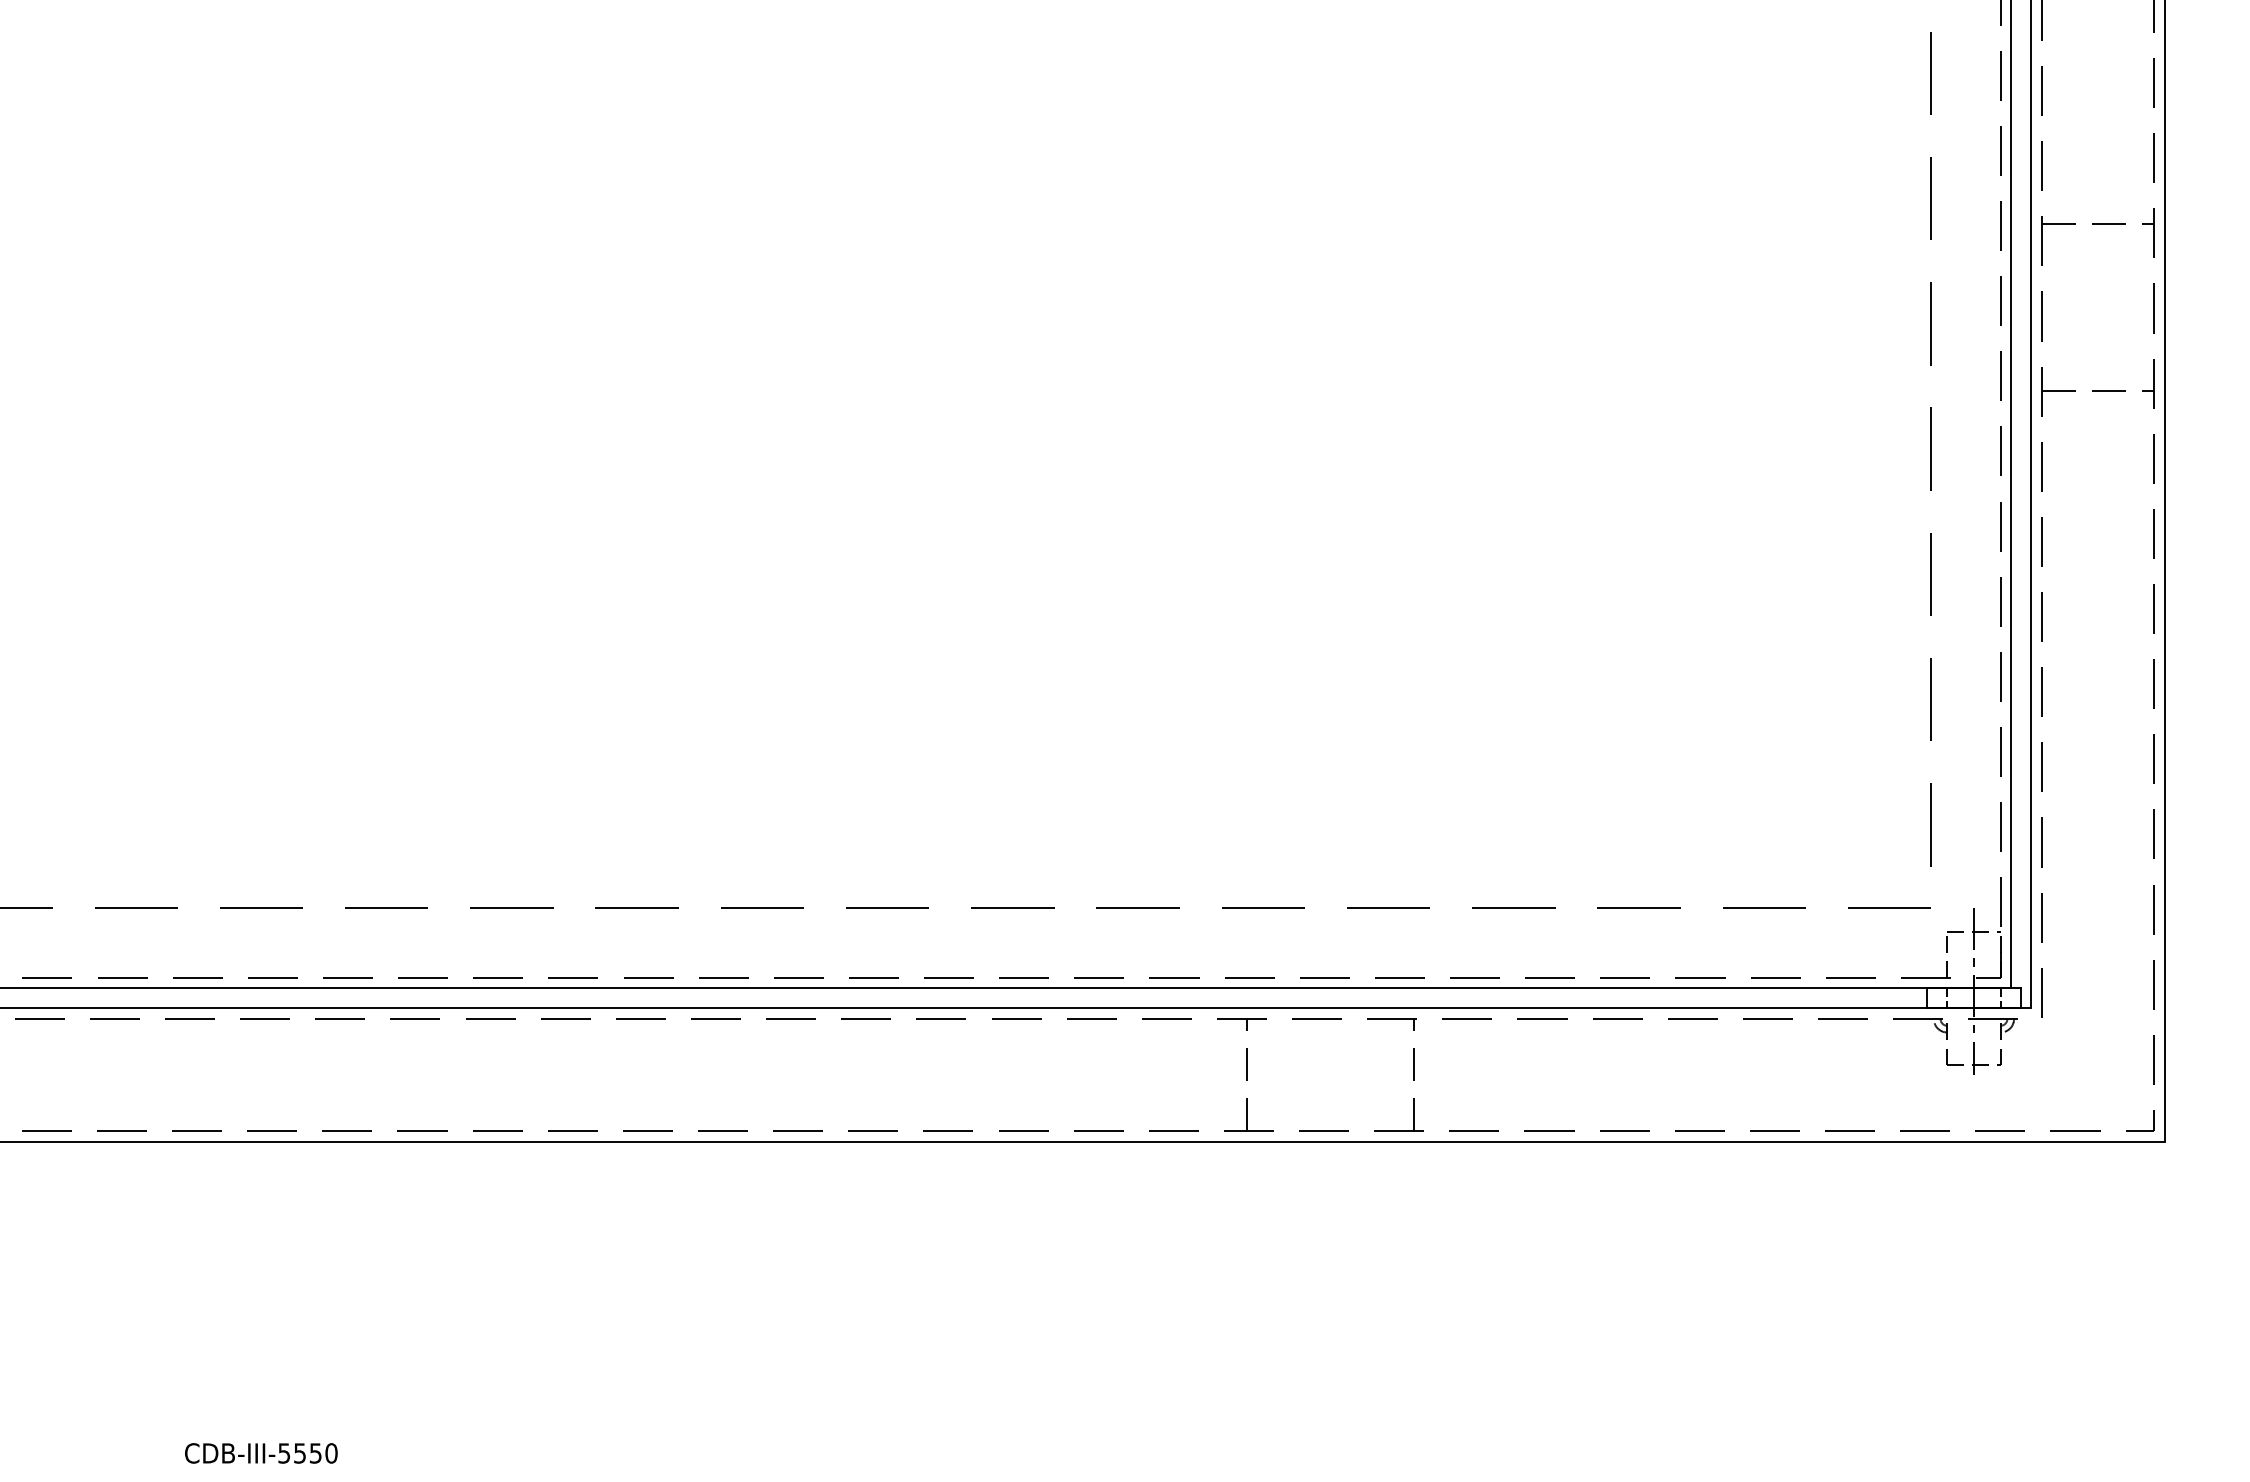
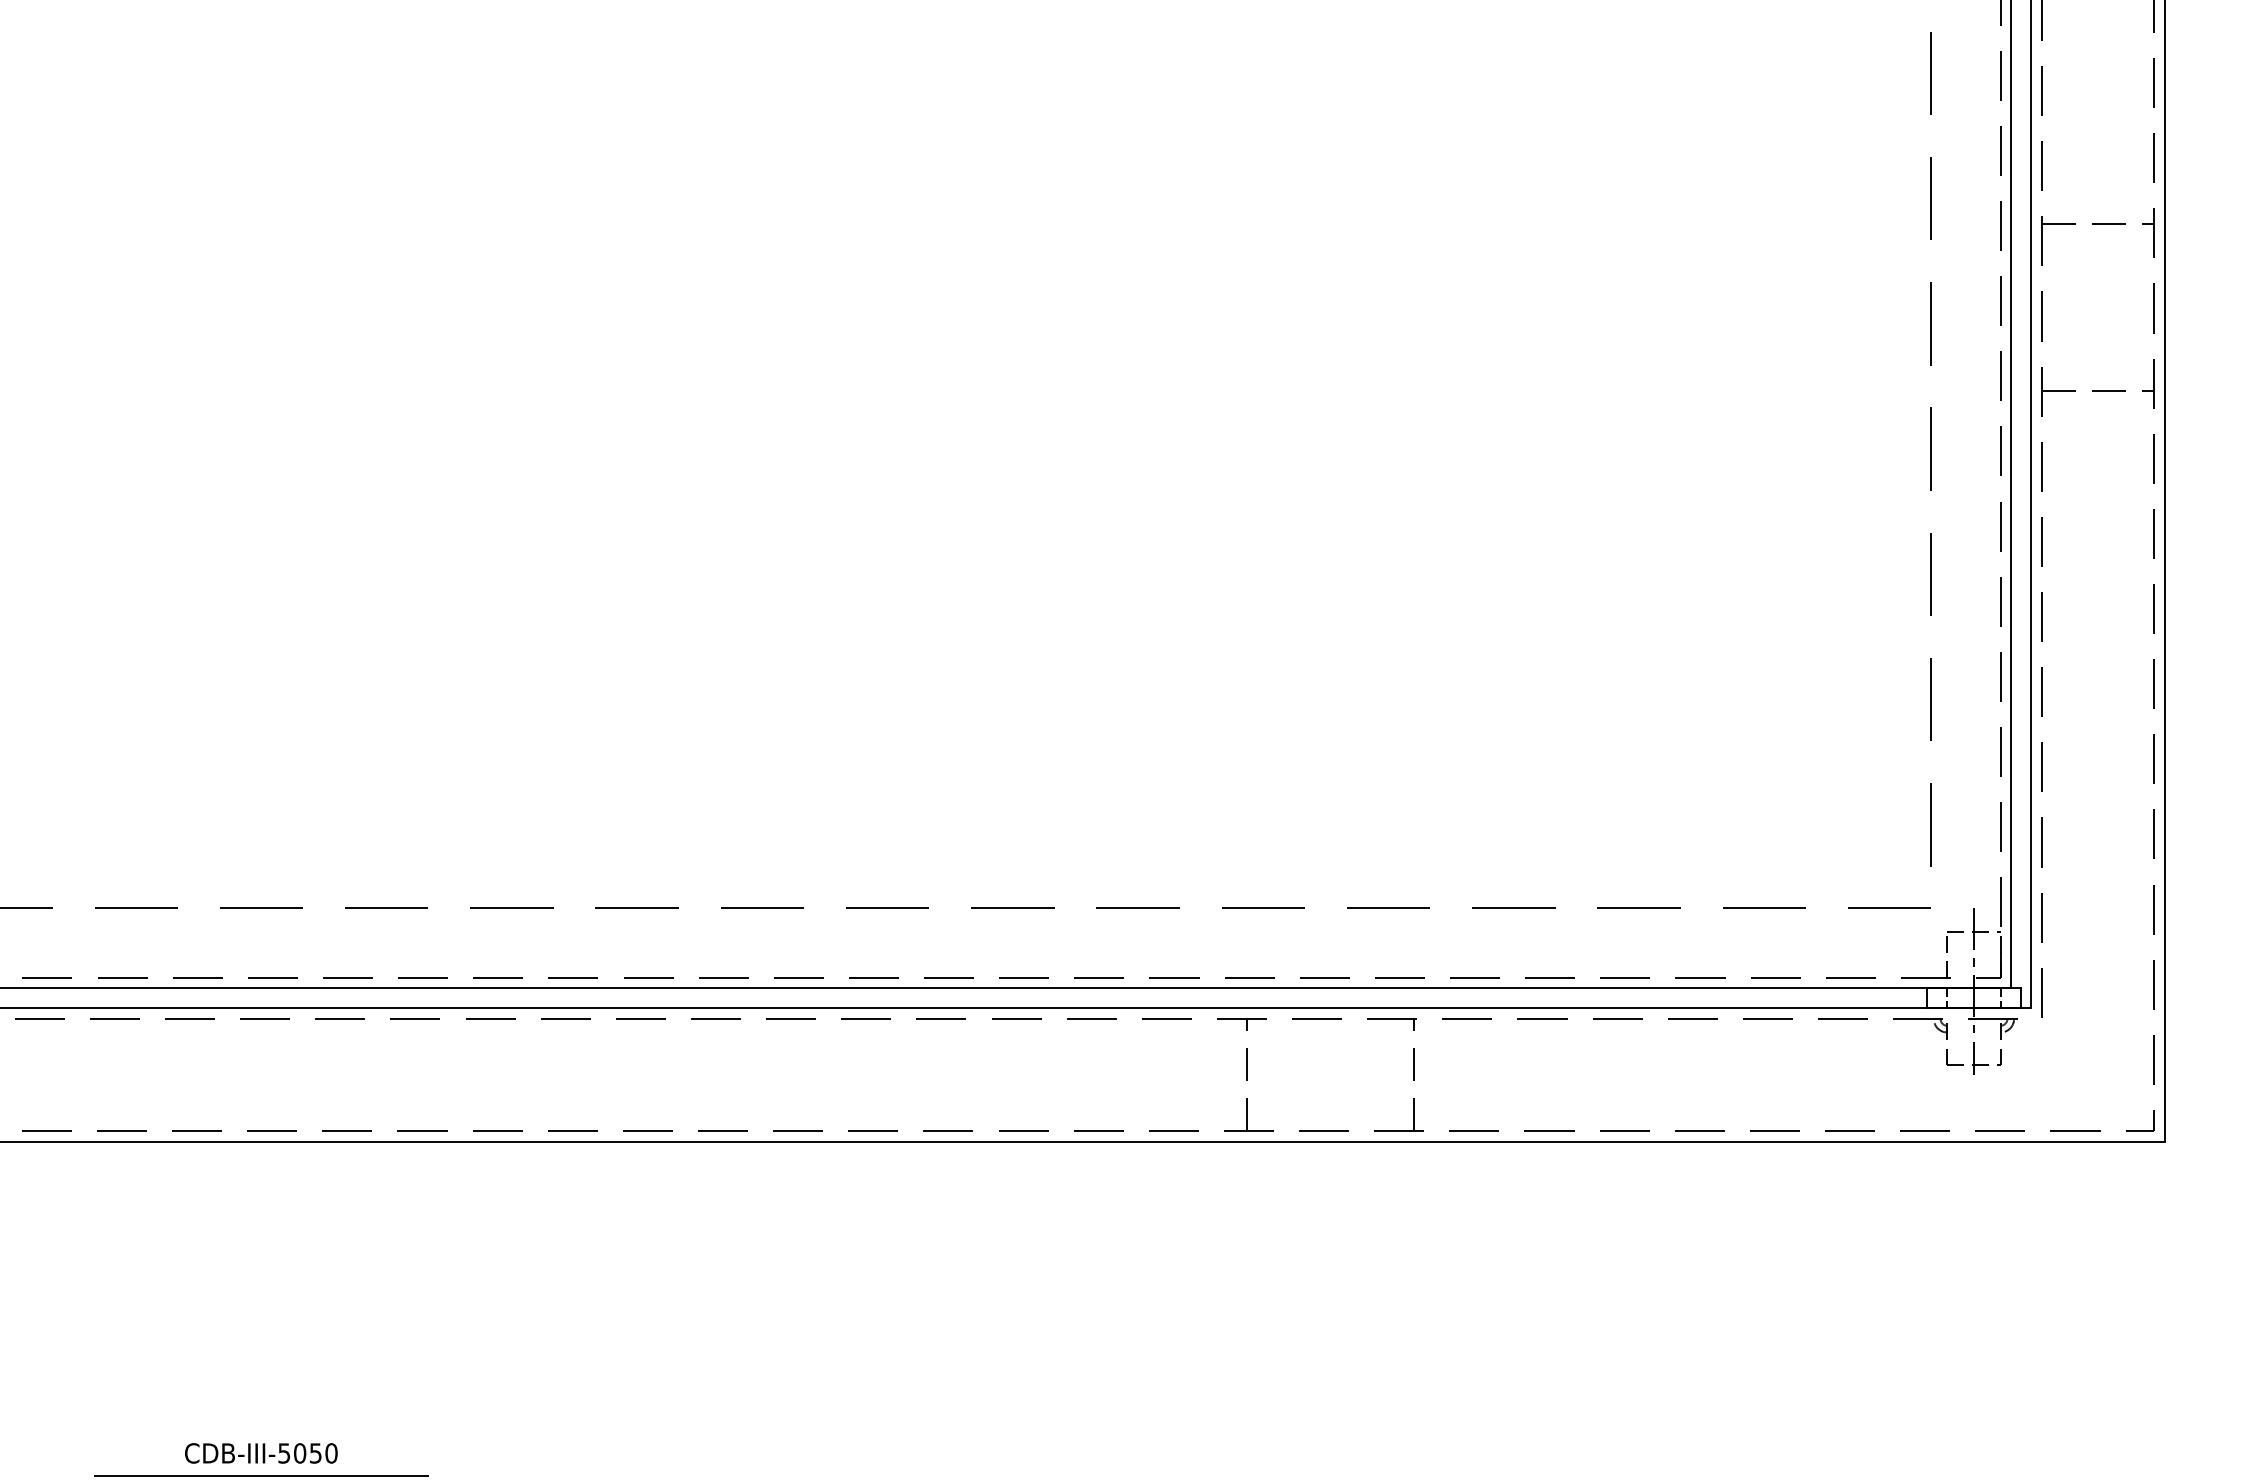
text at (300, 1453): CDB-III-5550 -> CDB-III-5050
line at (261, 1475): none -> present
